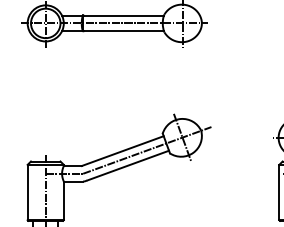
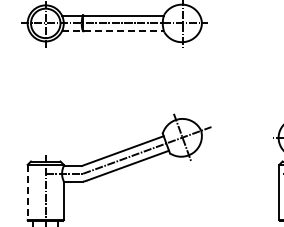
line at (113, 31): solid -> dashed
line at (27, 192): solid -> dashed
